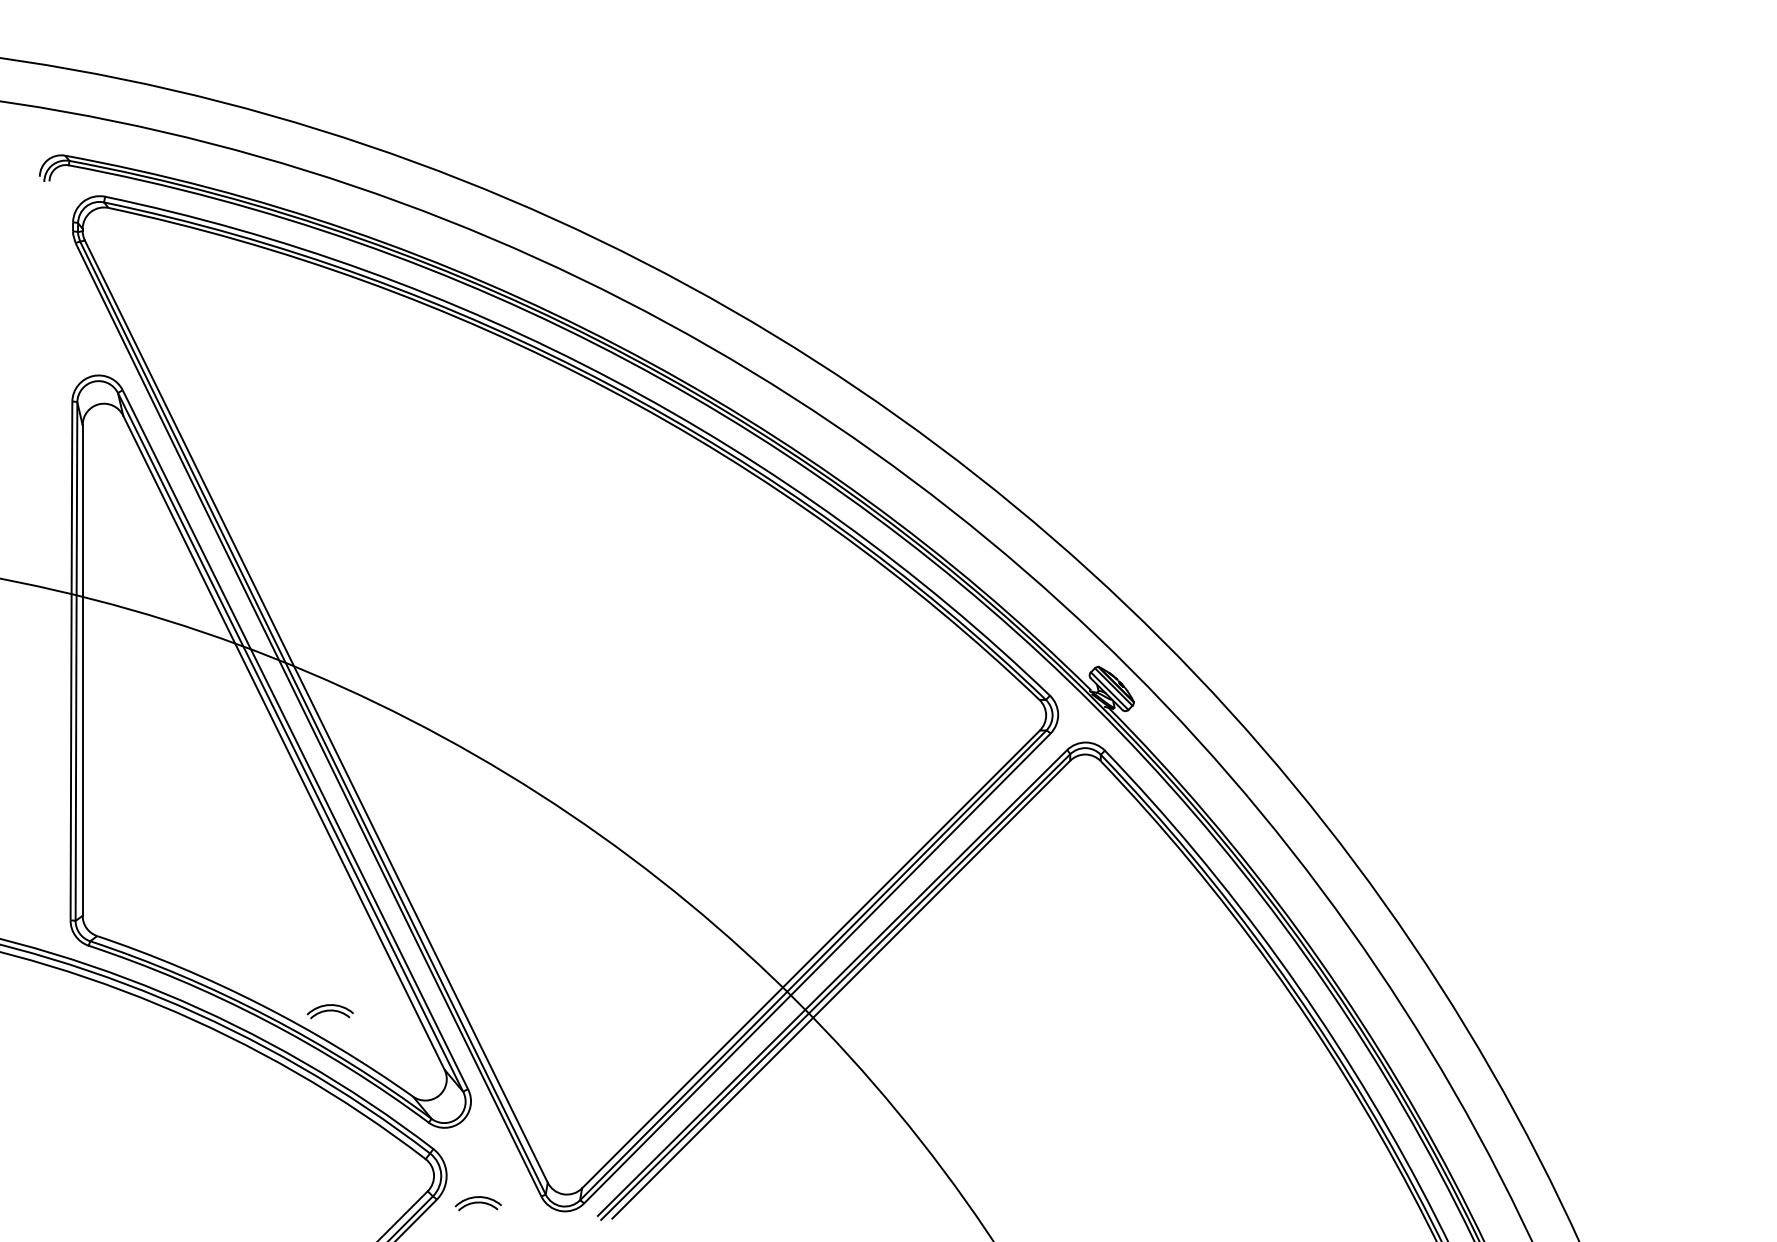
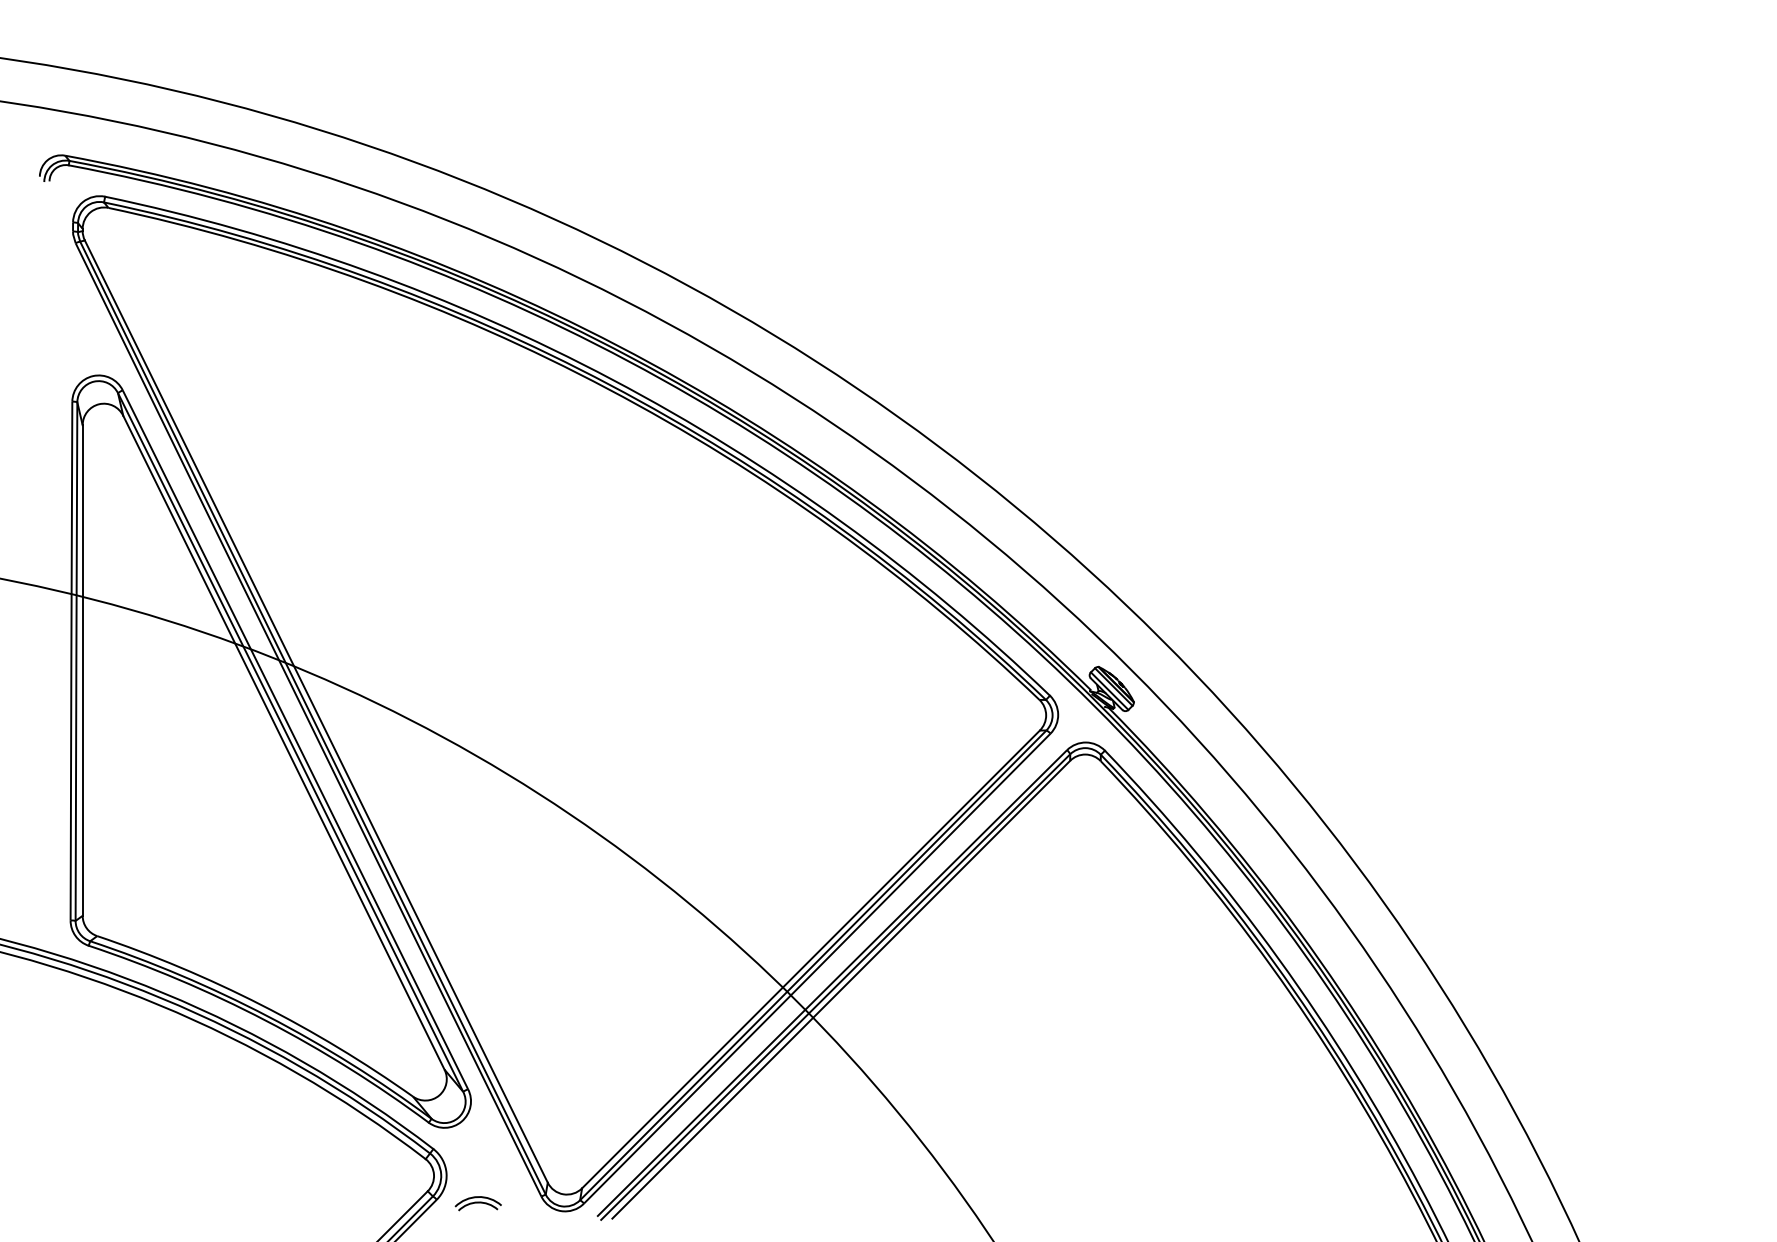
part at (329, 1011): present -> none
